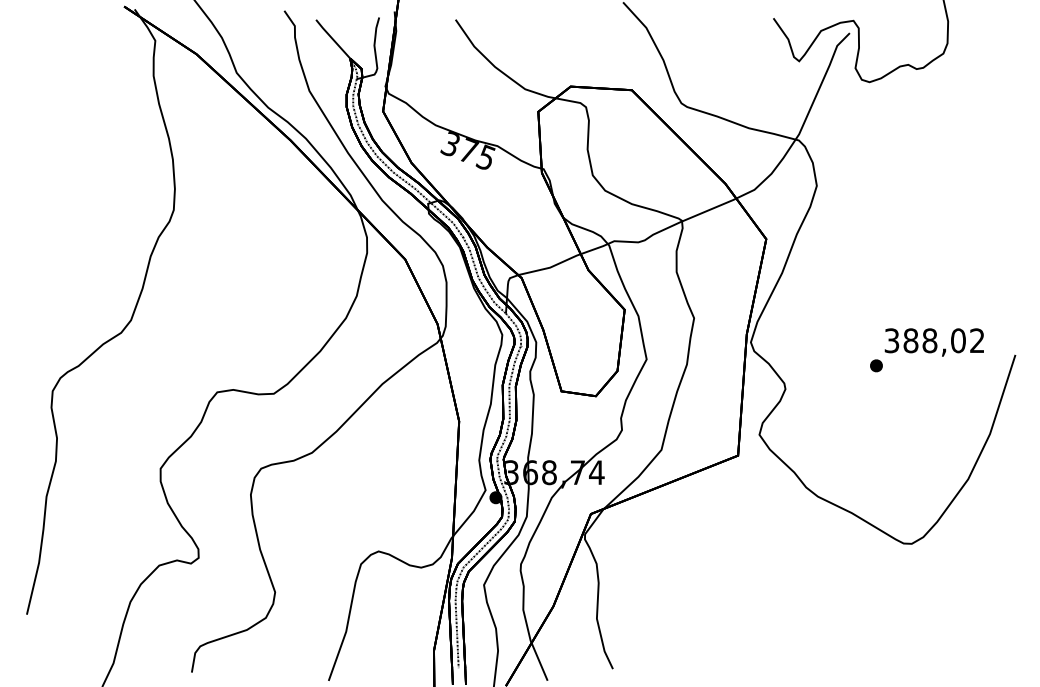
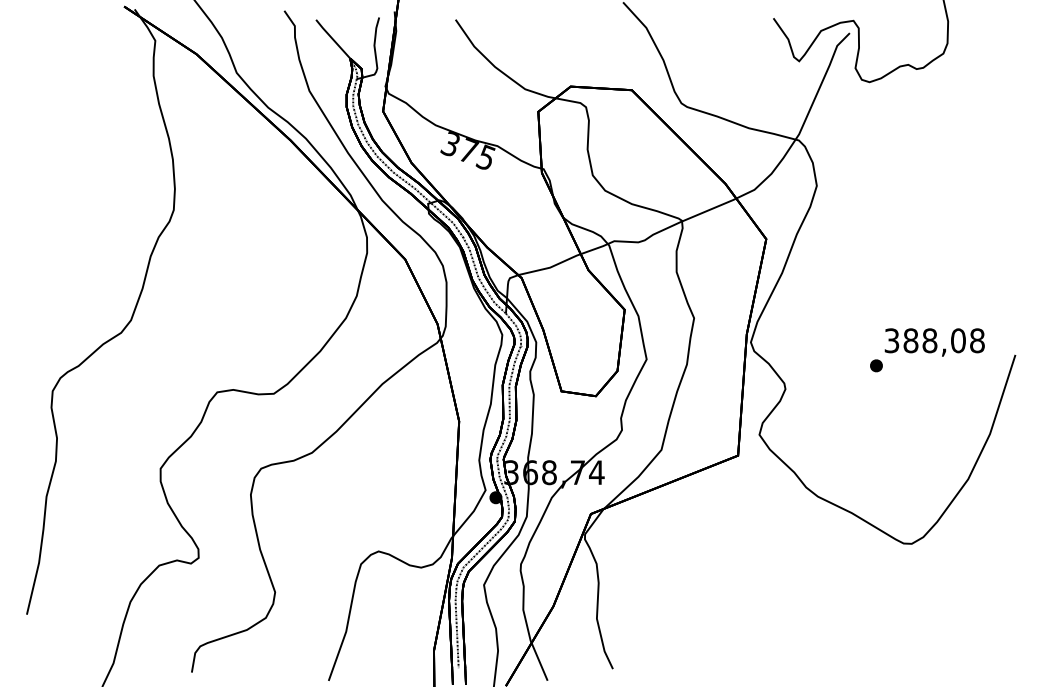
text at (977, 340): 388,02 -> 388,08
